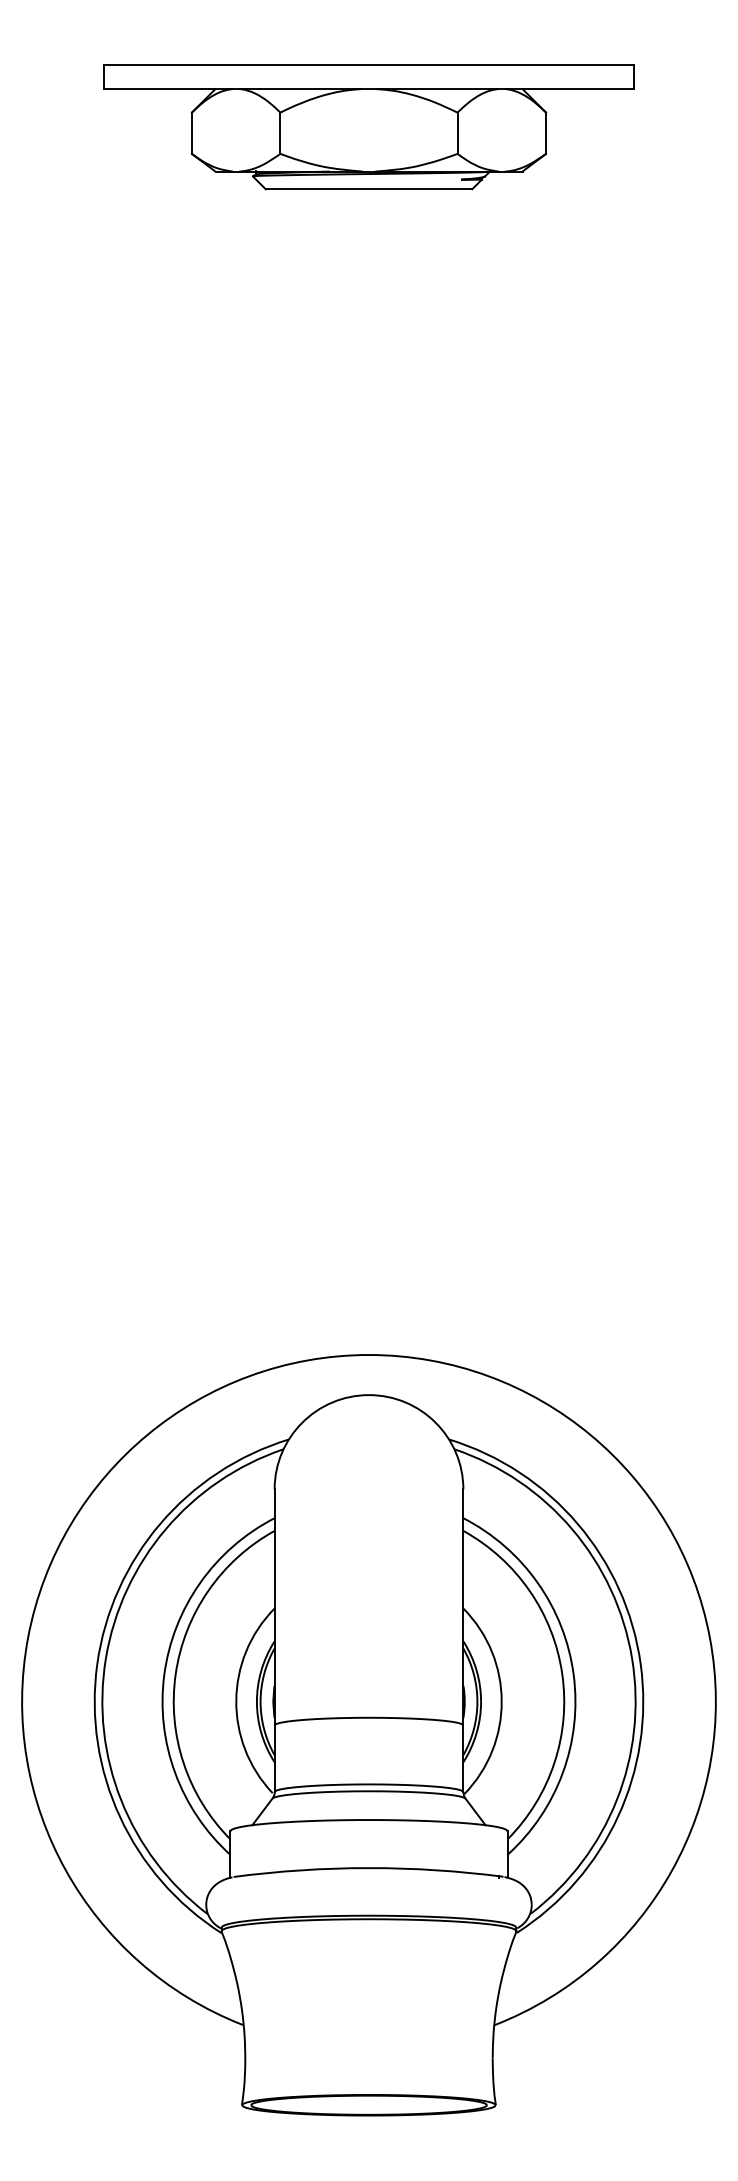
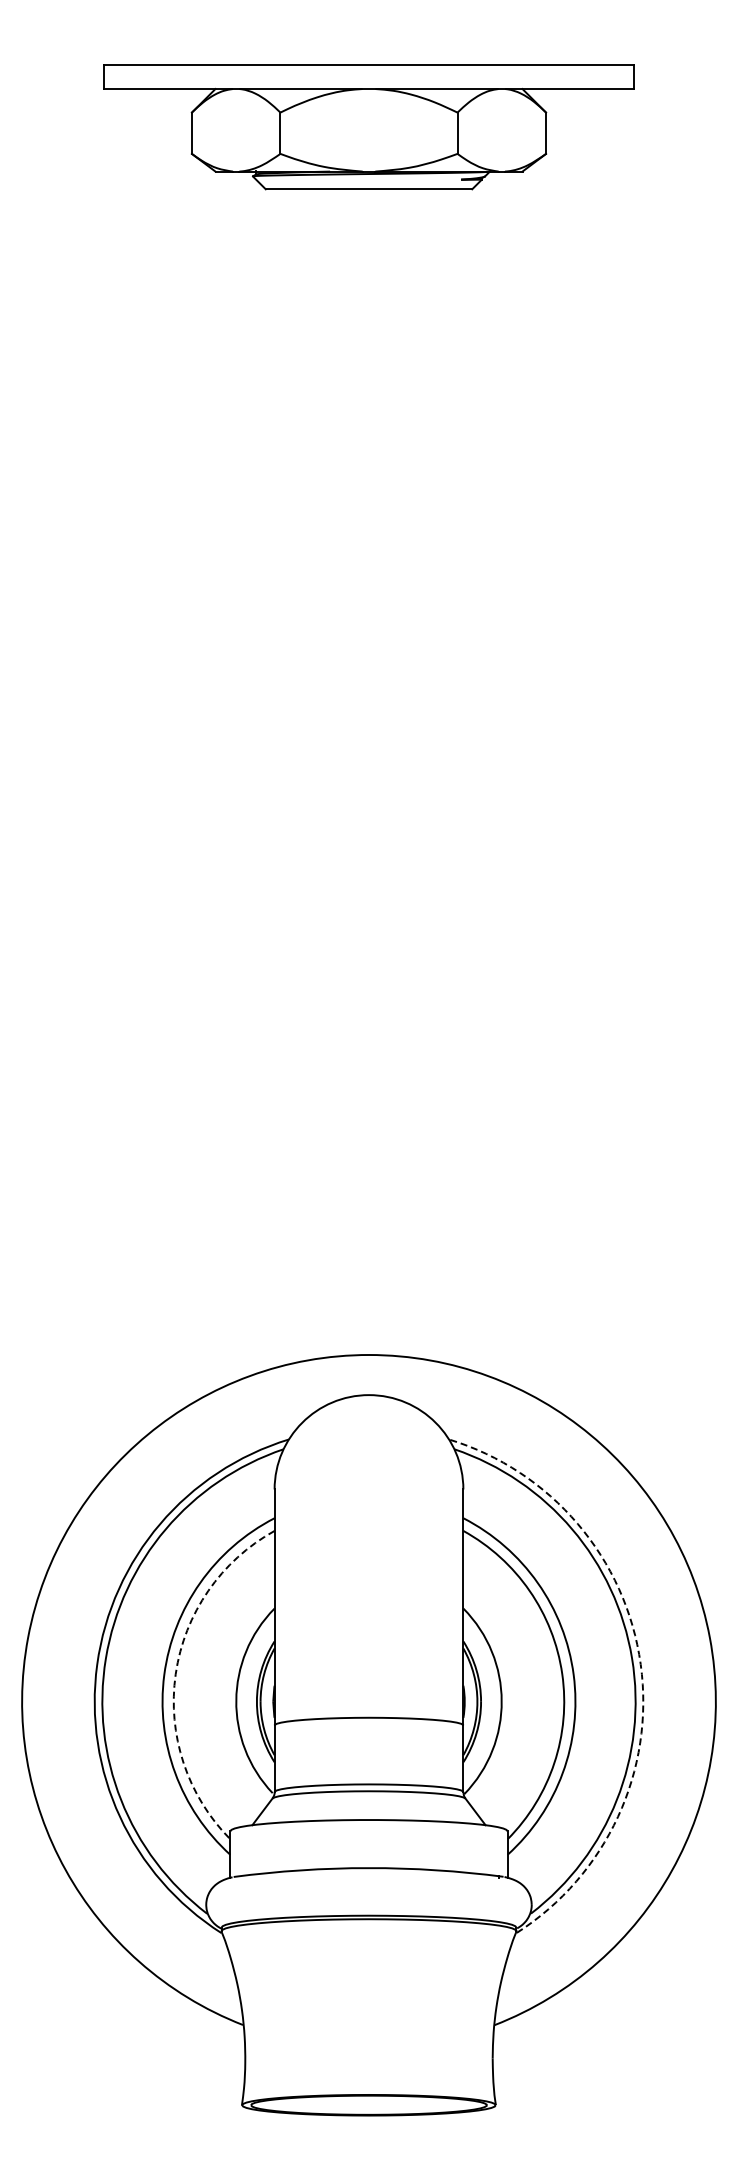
arc at (640, 1664): solid -> dashed
arc at (175, 1674): solid -> dashed
